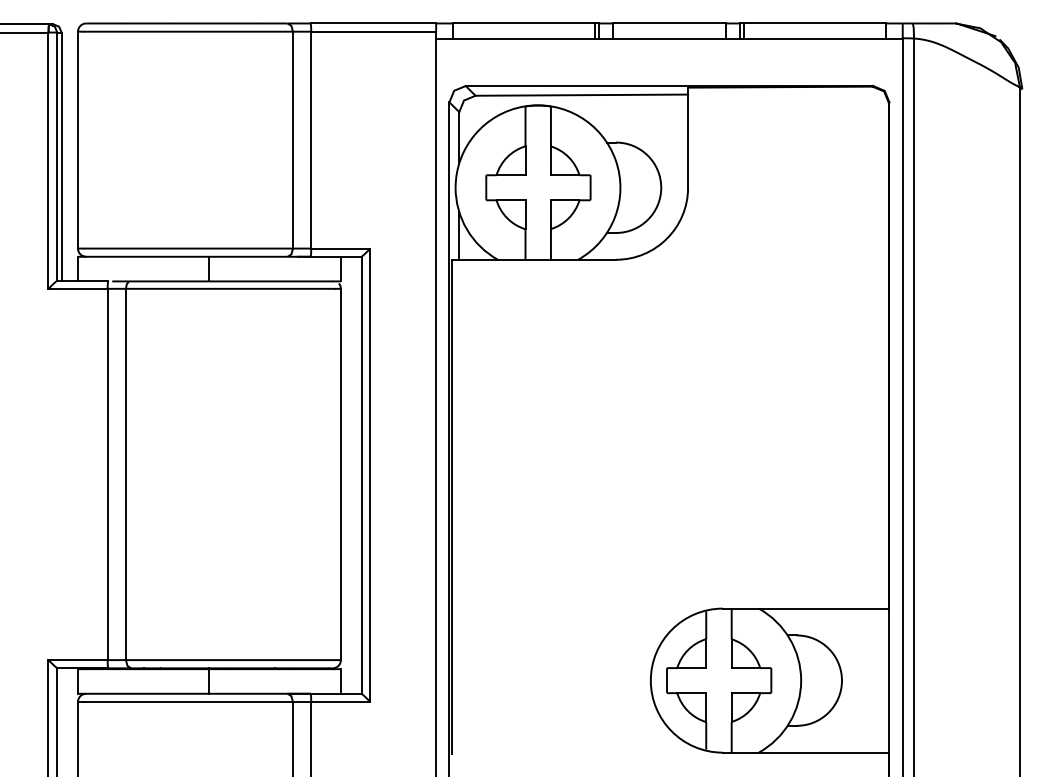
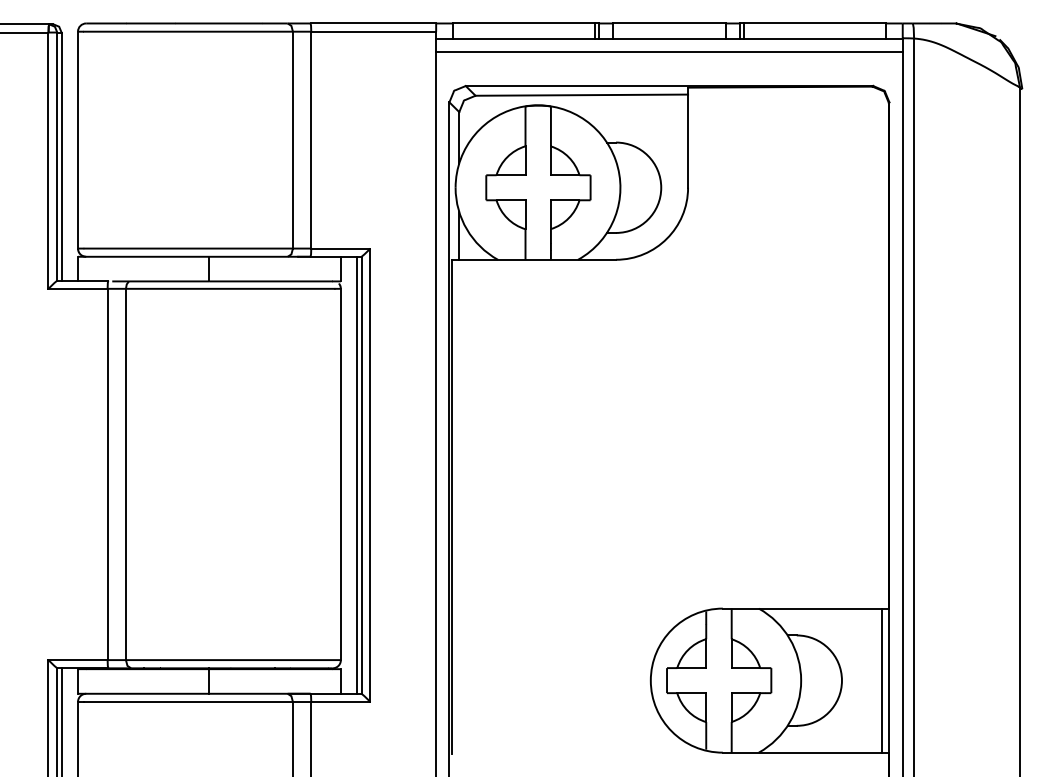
line at (669, 52): none -> present
line at (357, 474): none -> present
line at (882, 680): none -> present
line at (61, 720): none -> present
